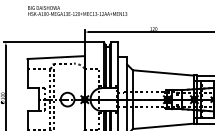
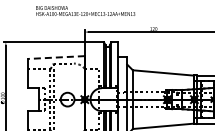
text at (77, 10) position: (77, 10) -> (85, 10)
line at (56, 57): solid -> dashed
